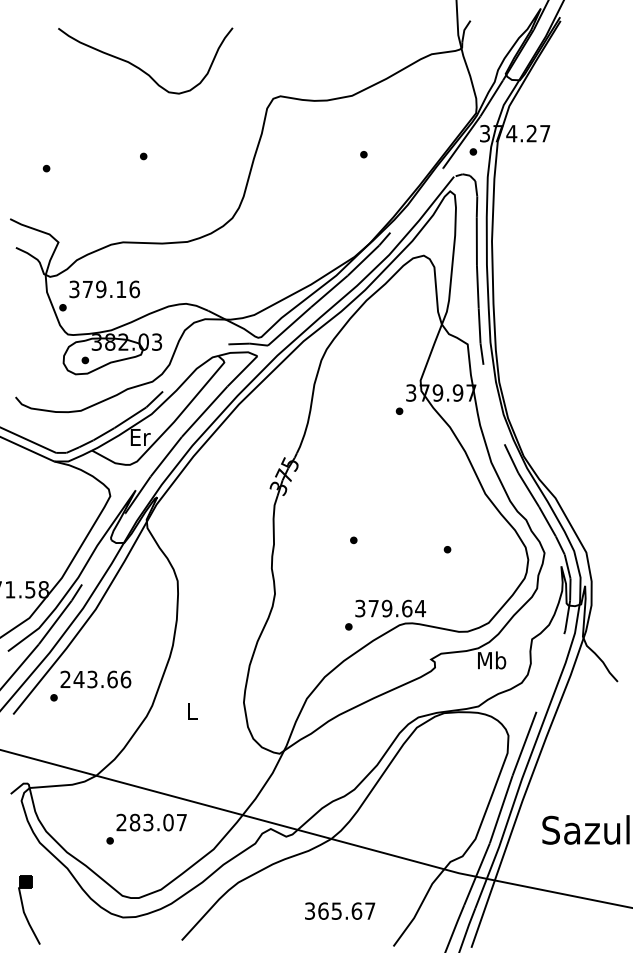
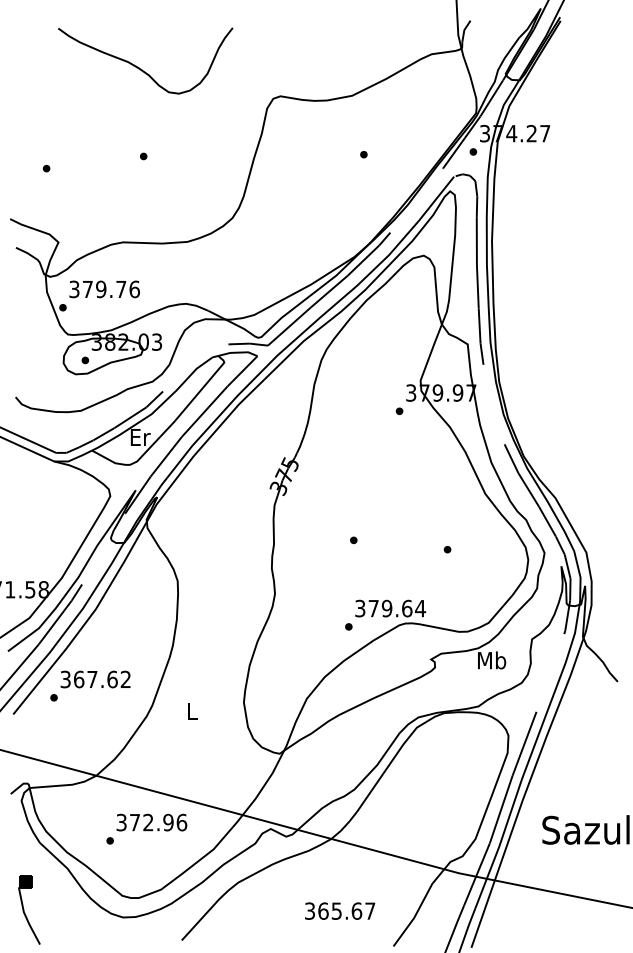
text at (121, 289): 379.16 -> 379.76
text at (95, 679): 243.66 -> 367.62
text at (151, 822): 283.07 -> 372.96
